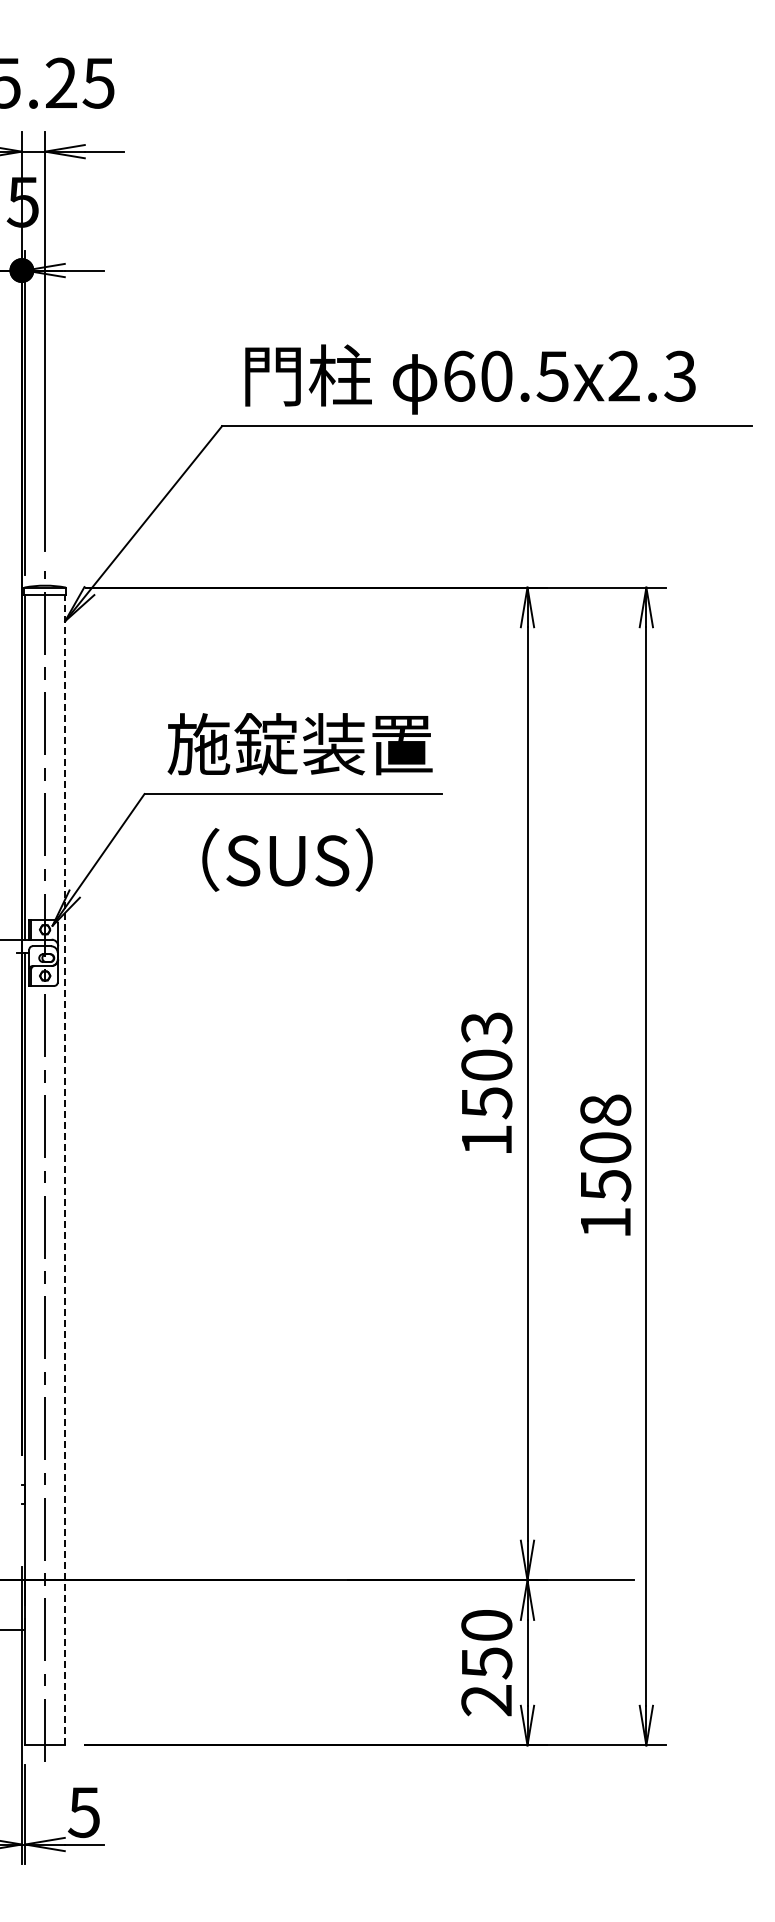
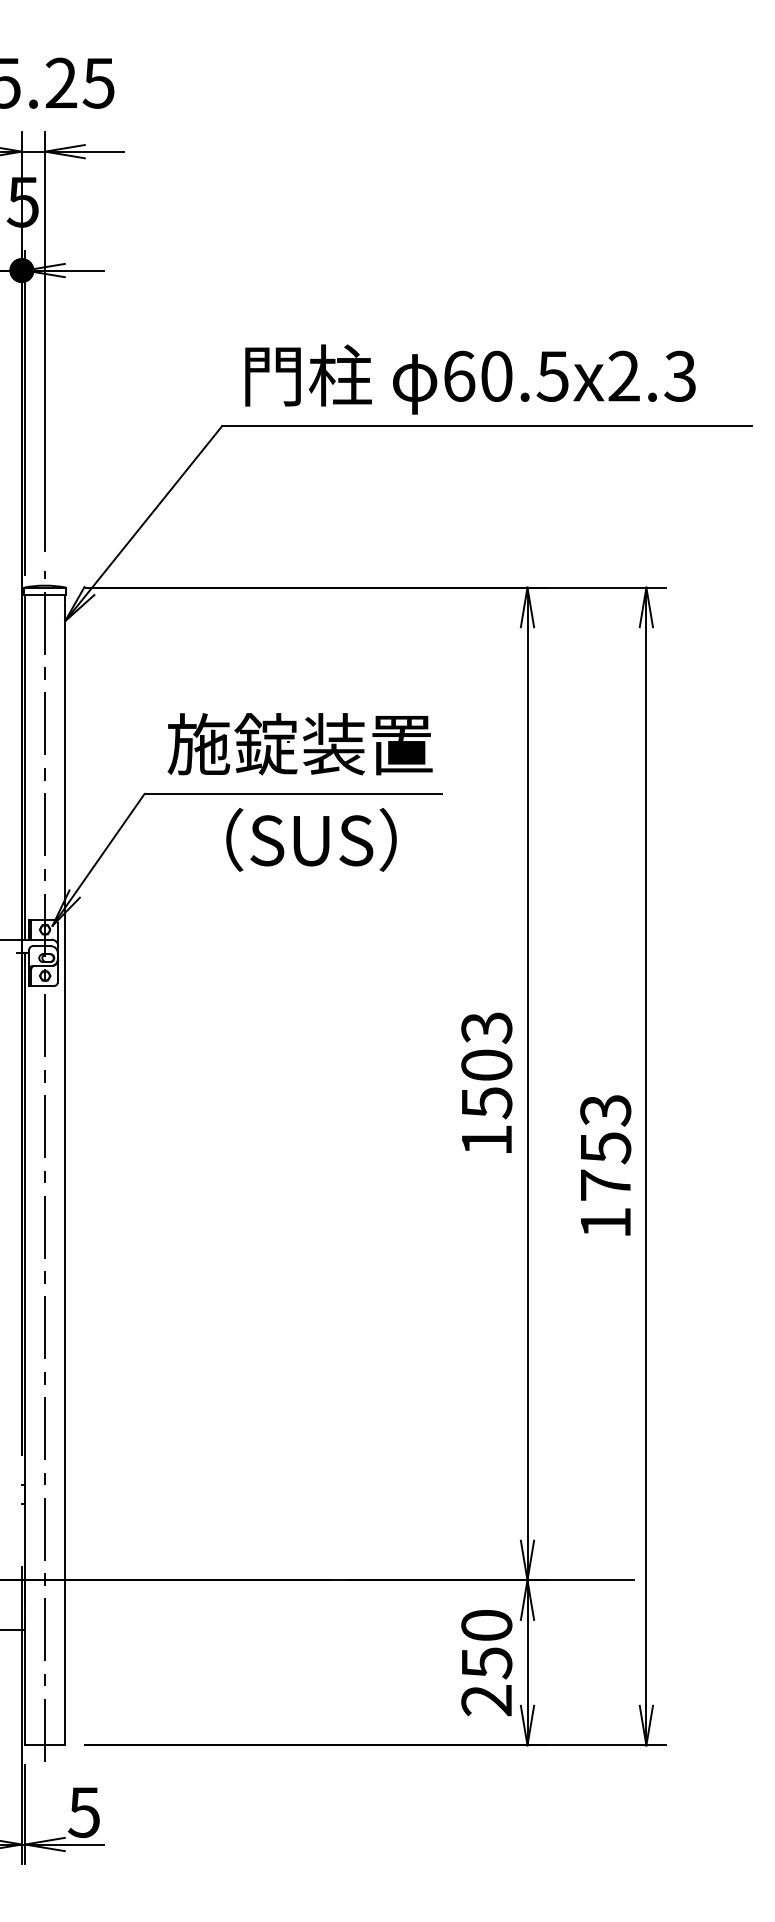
text at (287, 859) position: (287, 859) -> (311, 839)
text at (605, 1147): 1508 -> 1753
line at (65, 1169): dashed -> solid
